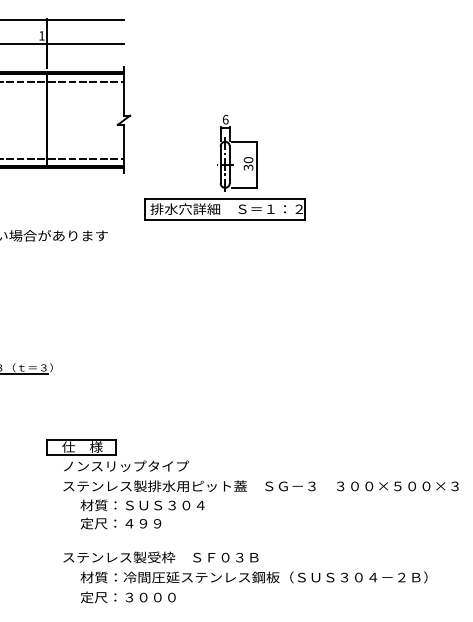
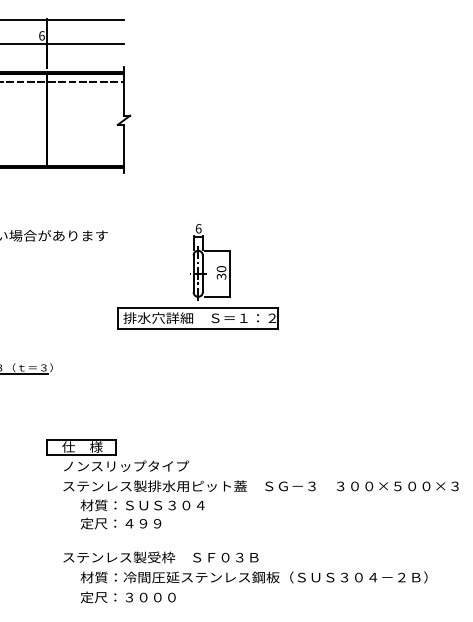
text at (41, 35): 1 -> 6
line at (62, 158): present -> none
part at (224, 167) position: (224, 167) -> (197, 276)
